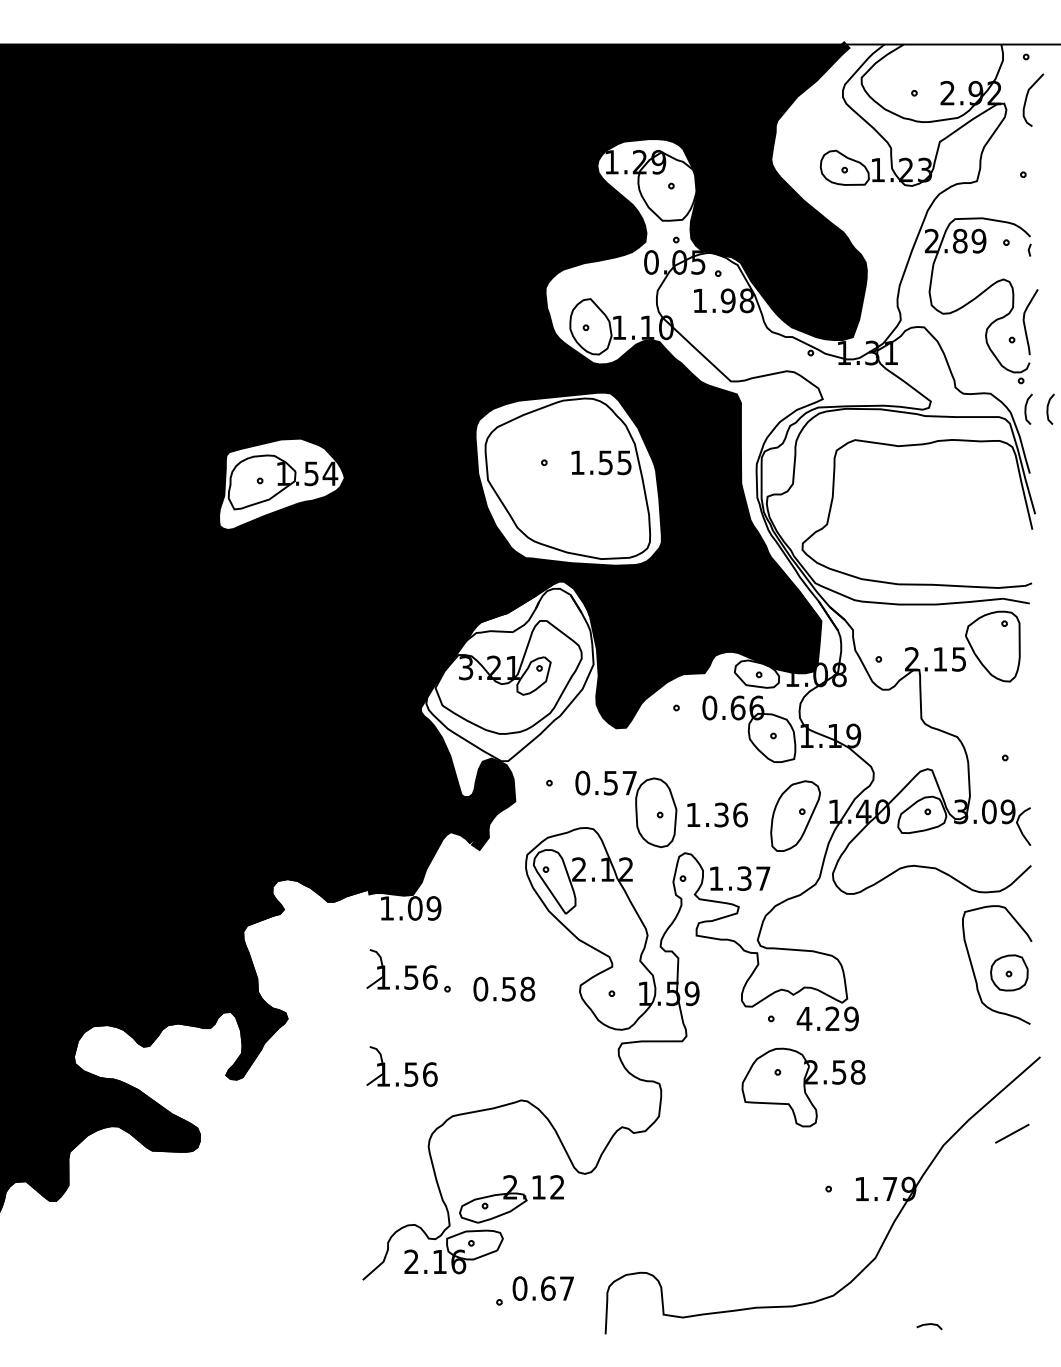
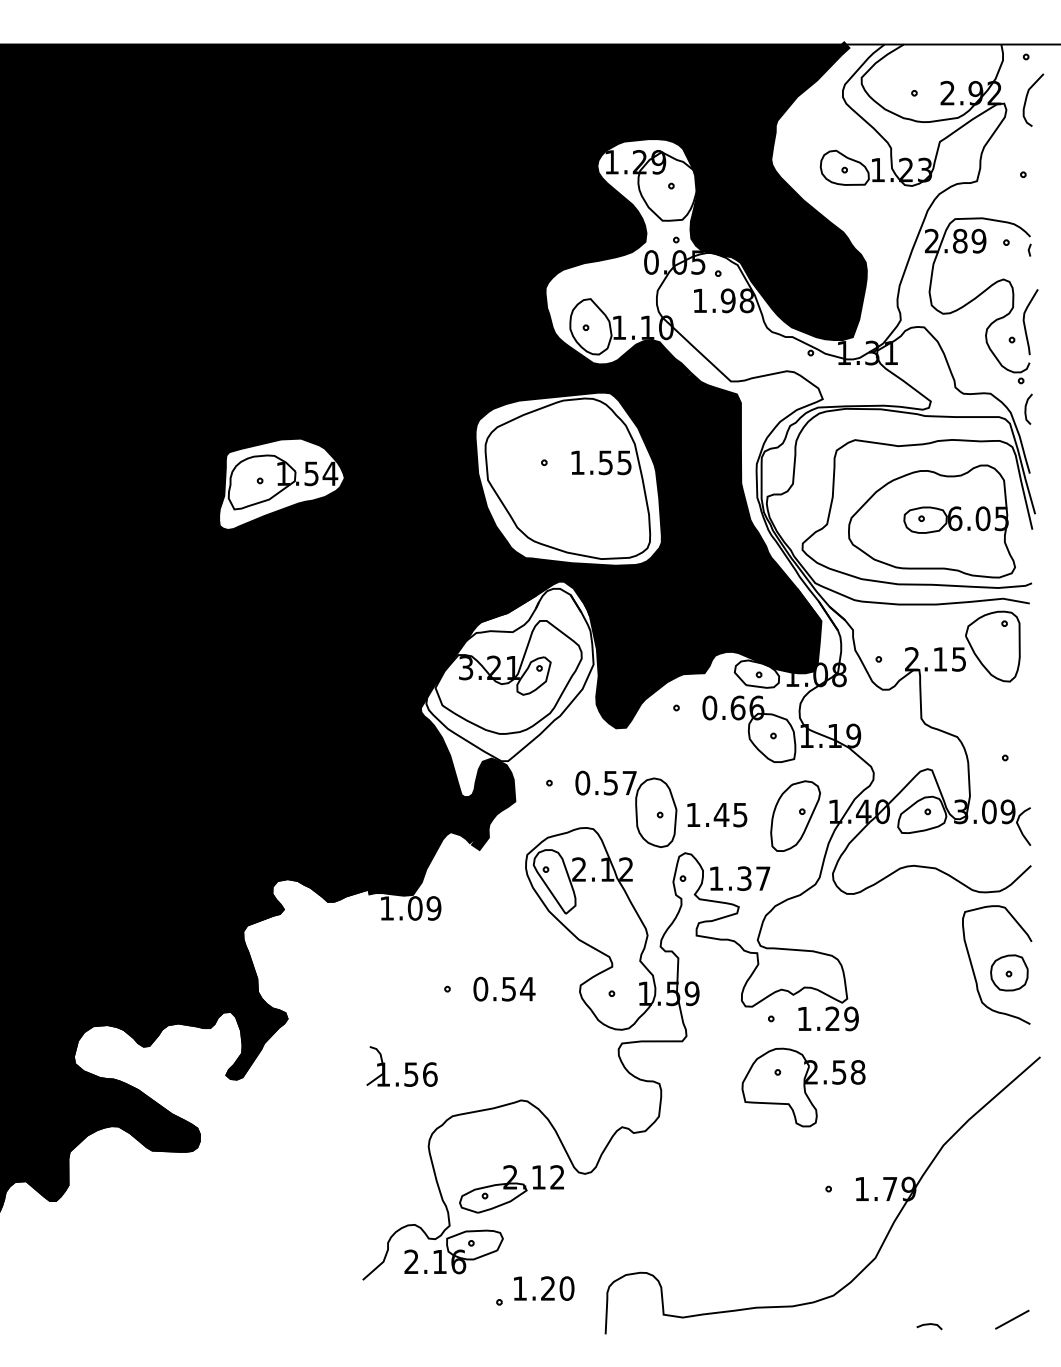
curve at (1048, 408): present -> none
part at (931, 521): none -> present
text at (730, 814): 1.36 -> 1.45
part at (401, 969): present -> none
text at (527, 988): 0.58 -> 0.54
text at (804, 1018): 4.29 -> 1.29
line at (1012, 1133) position: (1012, 1133) -> (1012, 1319)
part at (511, 1199) position: (511, 1199) -> (511, 1189)
text at (543, 1288): 0.67 -> 1.20
